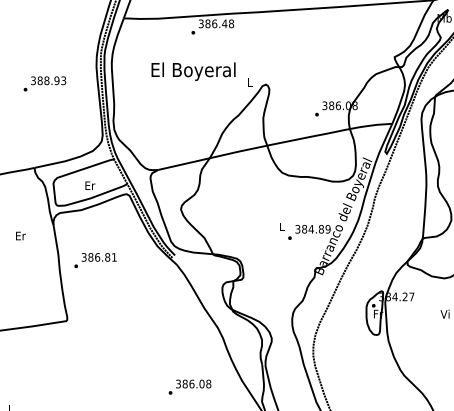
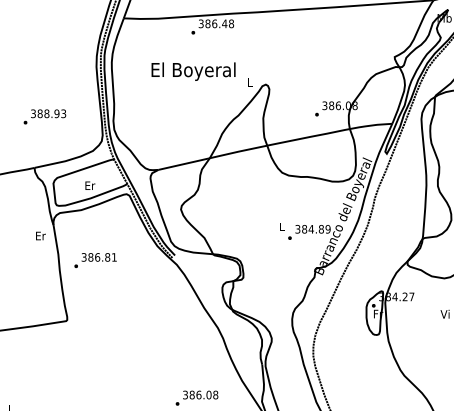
text at (44, 83) position: (44, 83) -> (44, 116)
text at (20, 235) position: (20, 235) -> (40, 235)
text at (189, 386) position: (189, 386) -> (196, 397)
